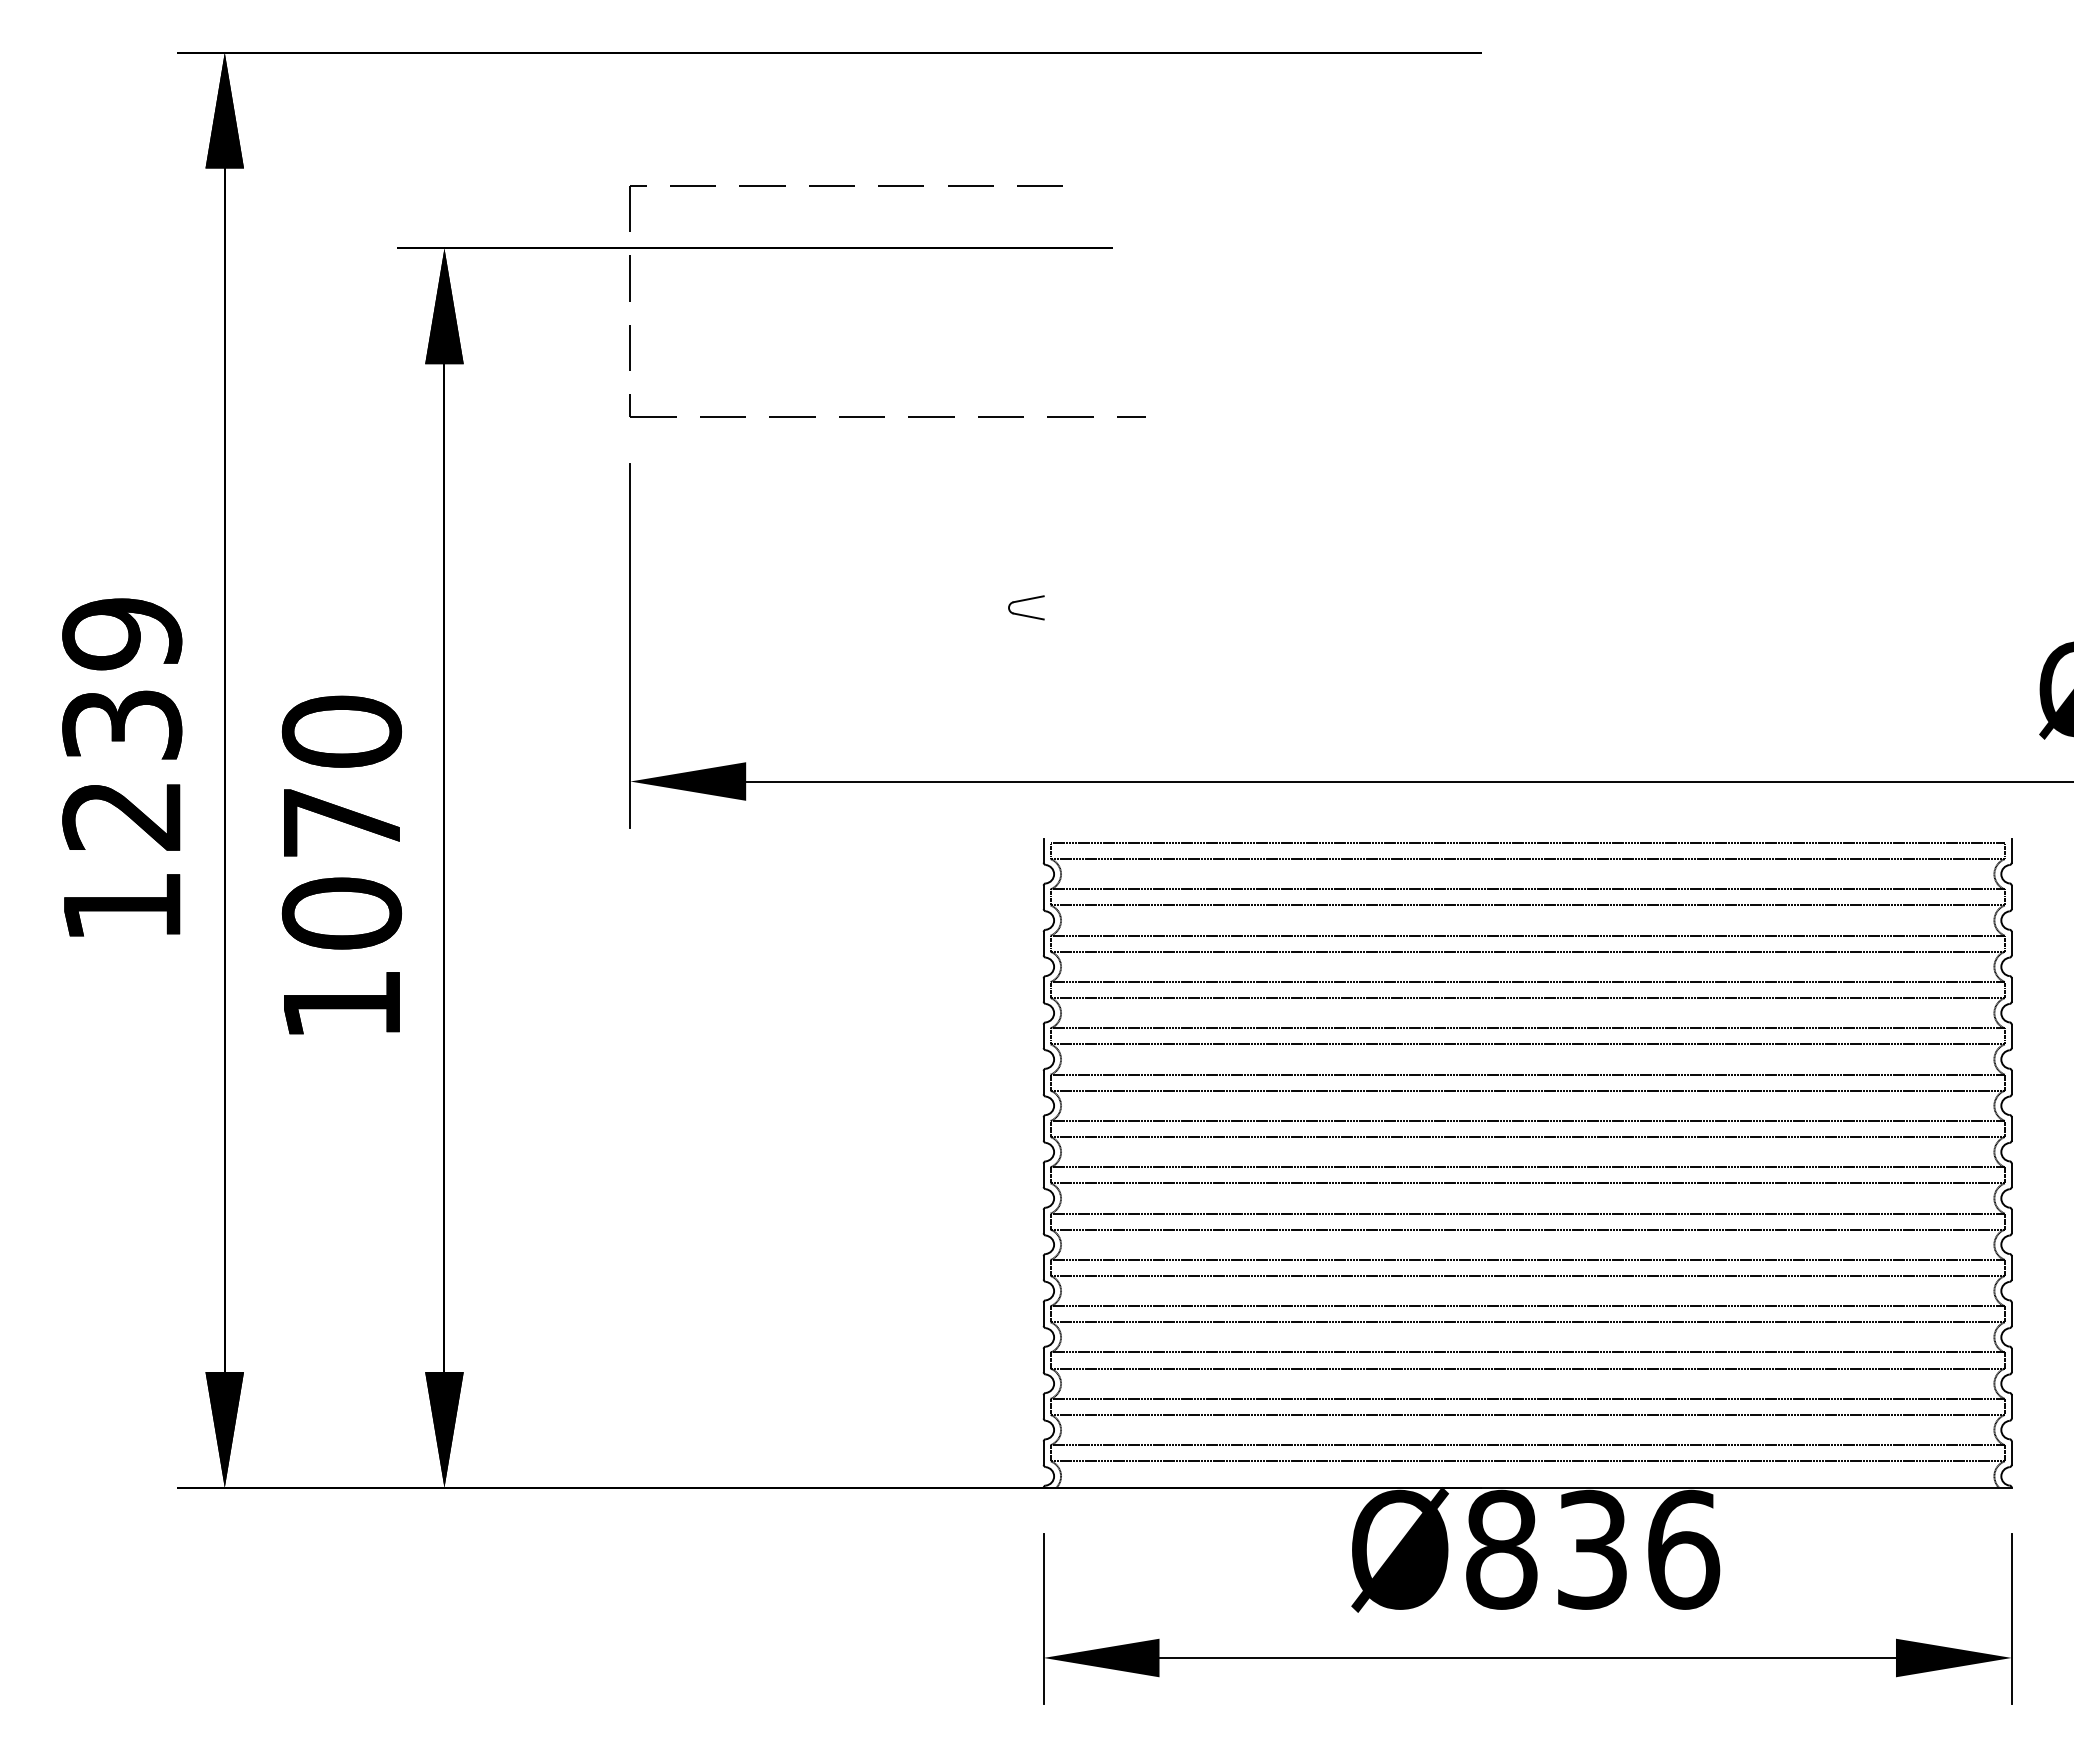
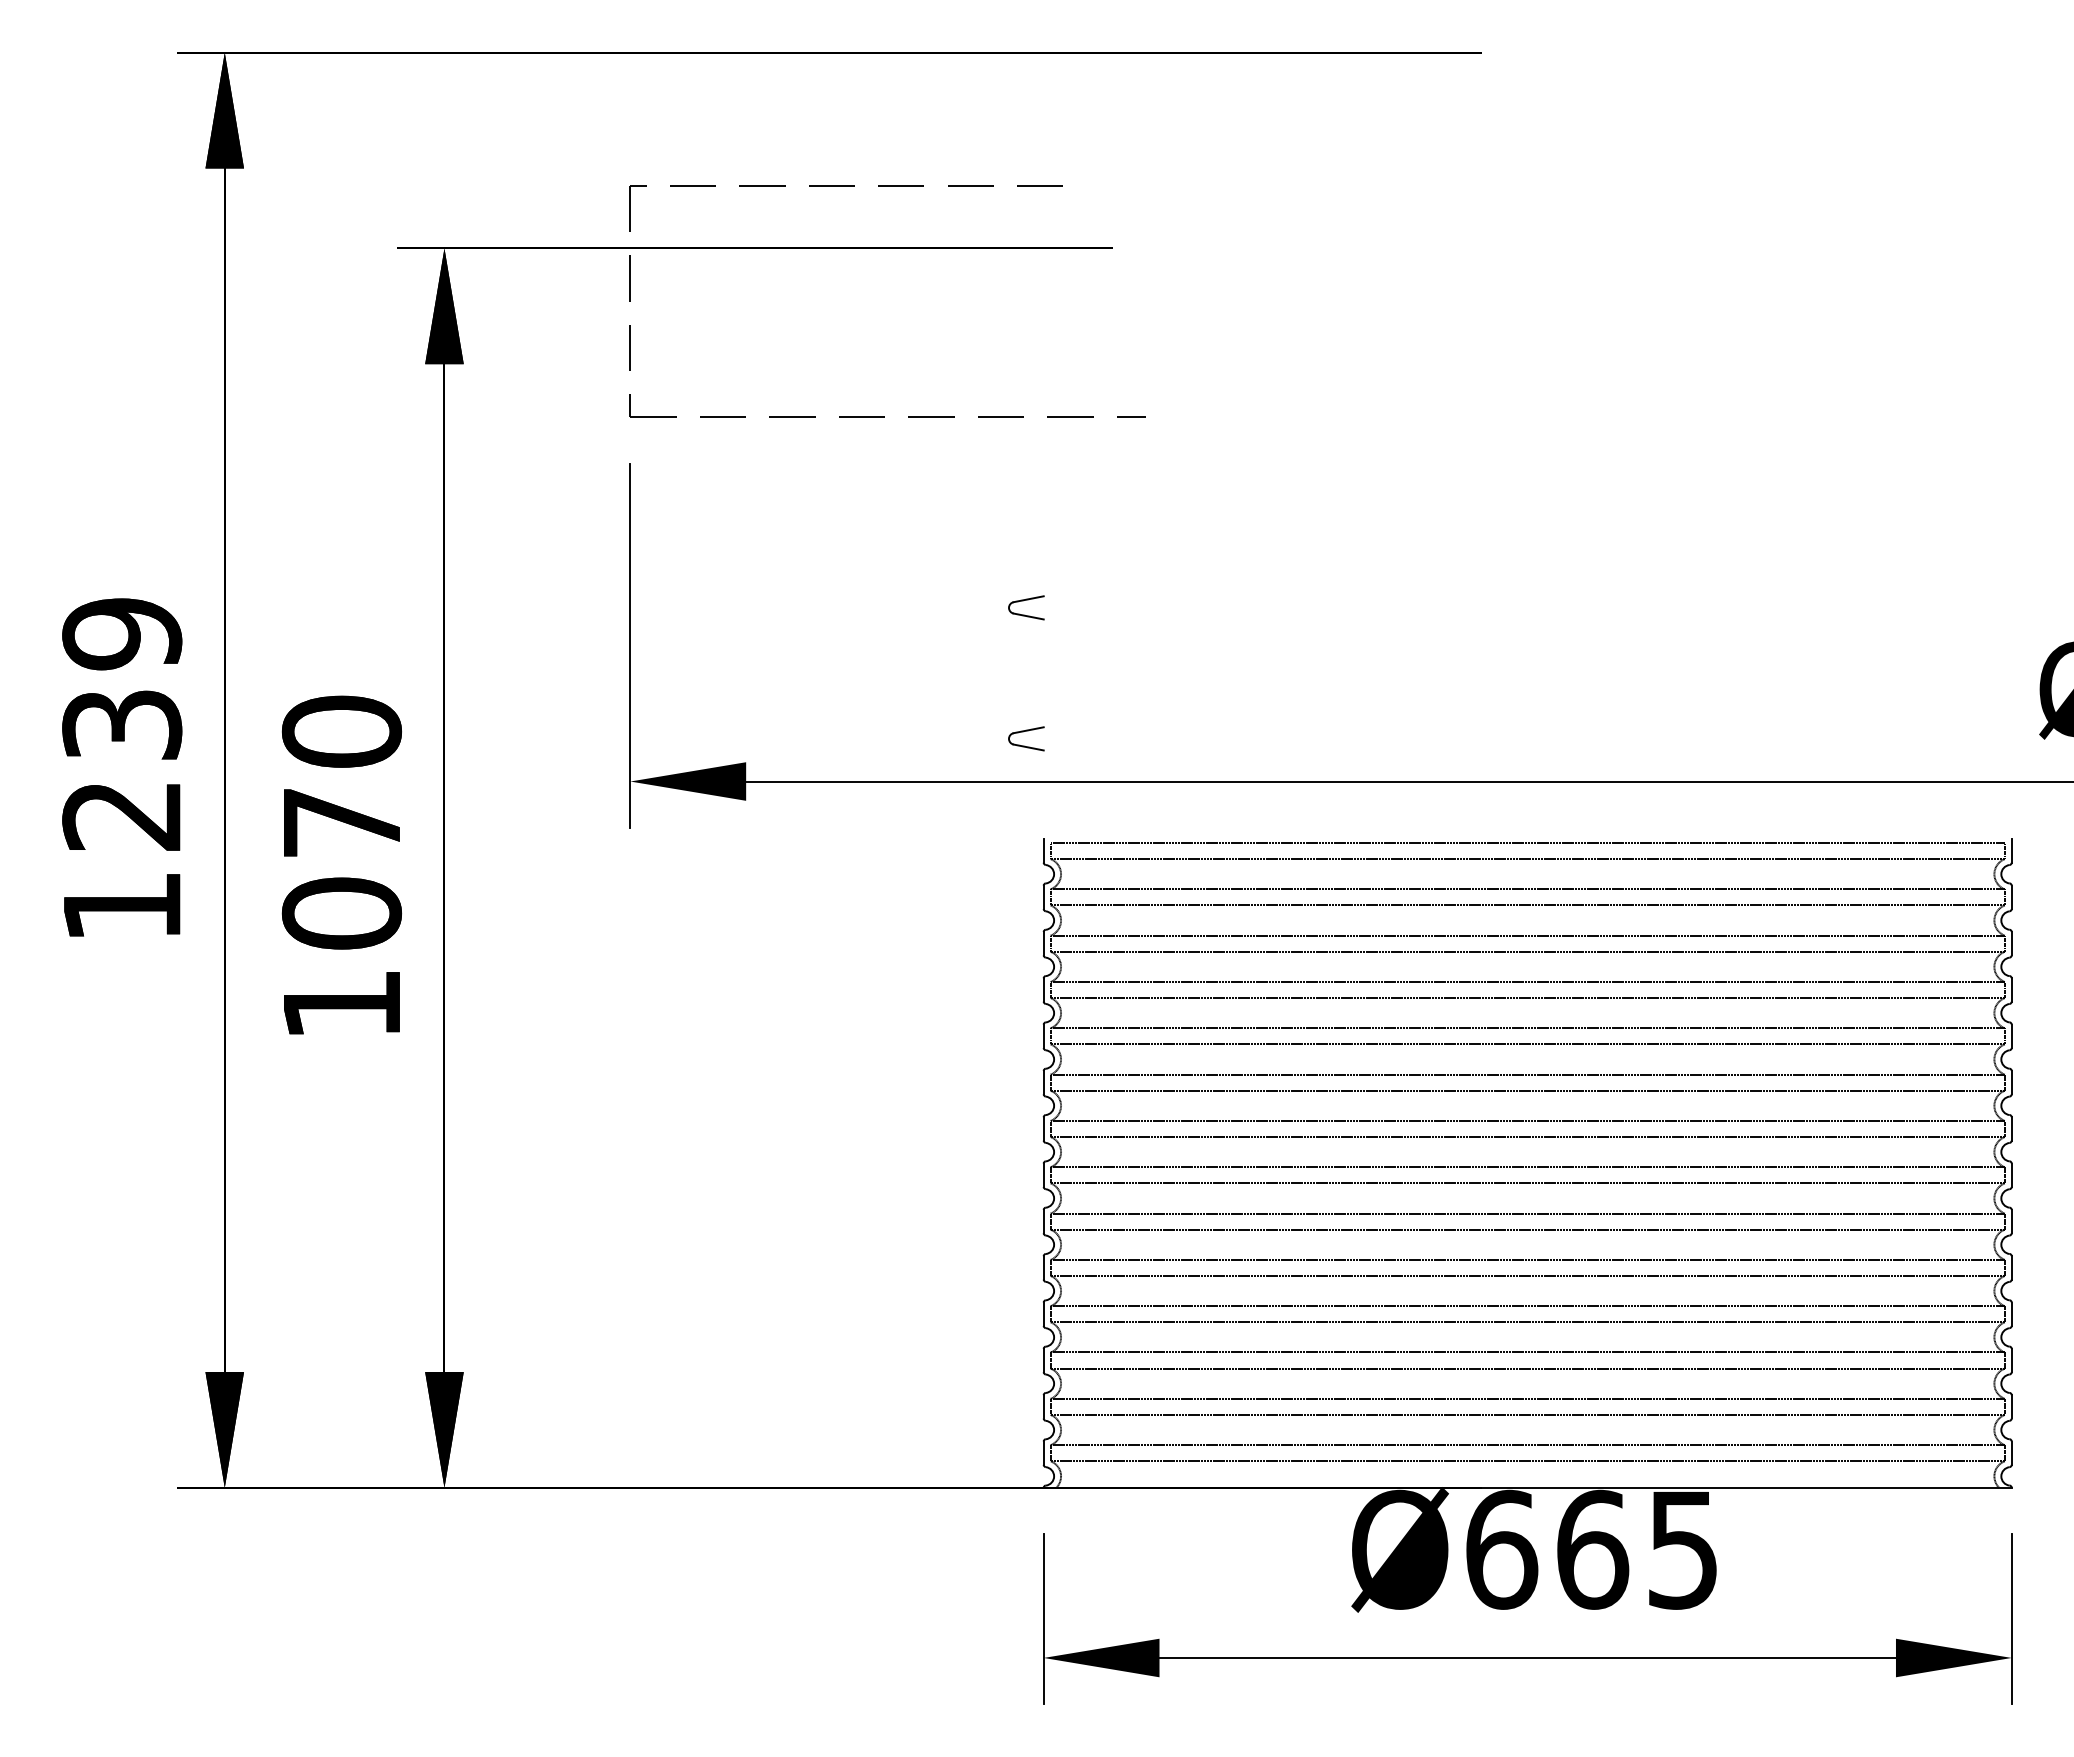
part at (1023, 732): none -> present
text at (1593, 1549): Ø836 -> Ø665
